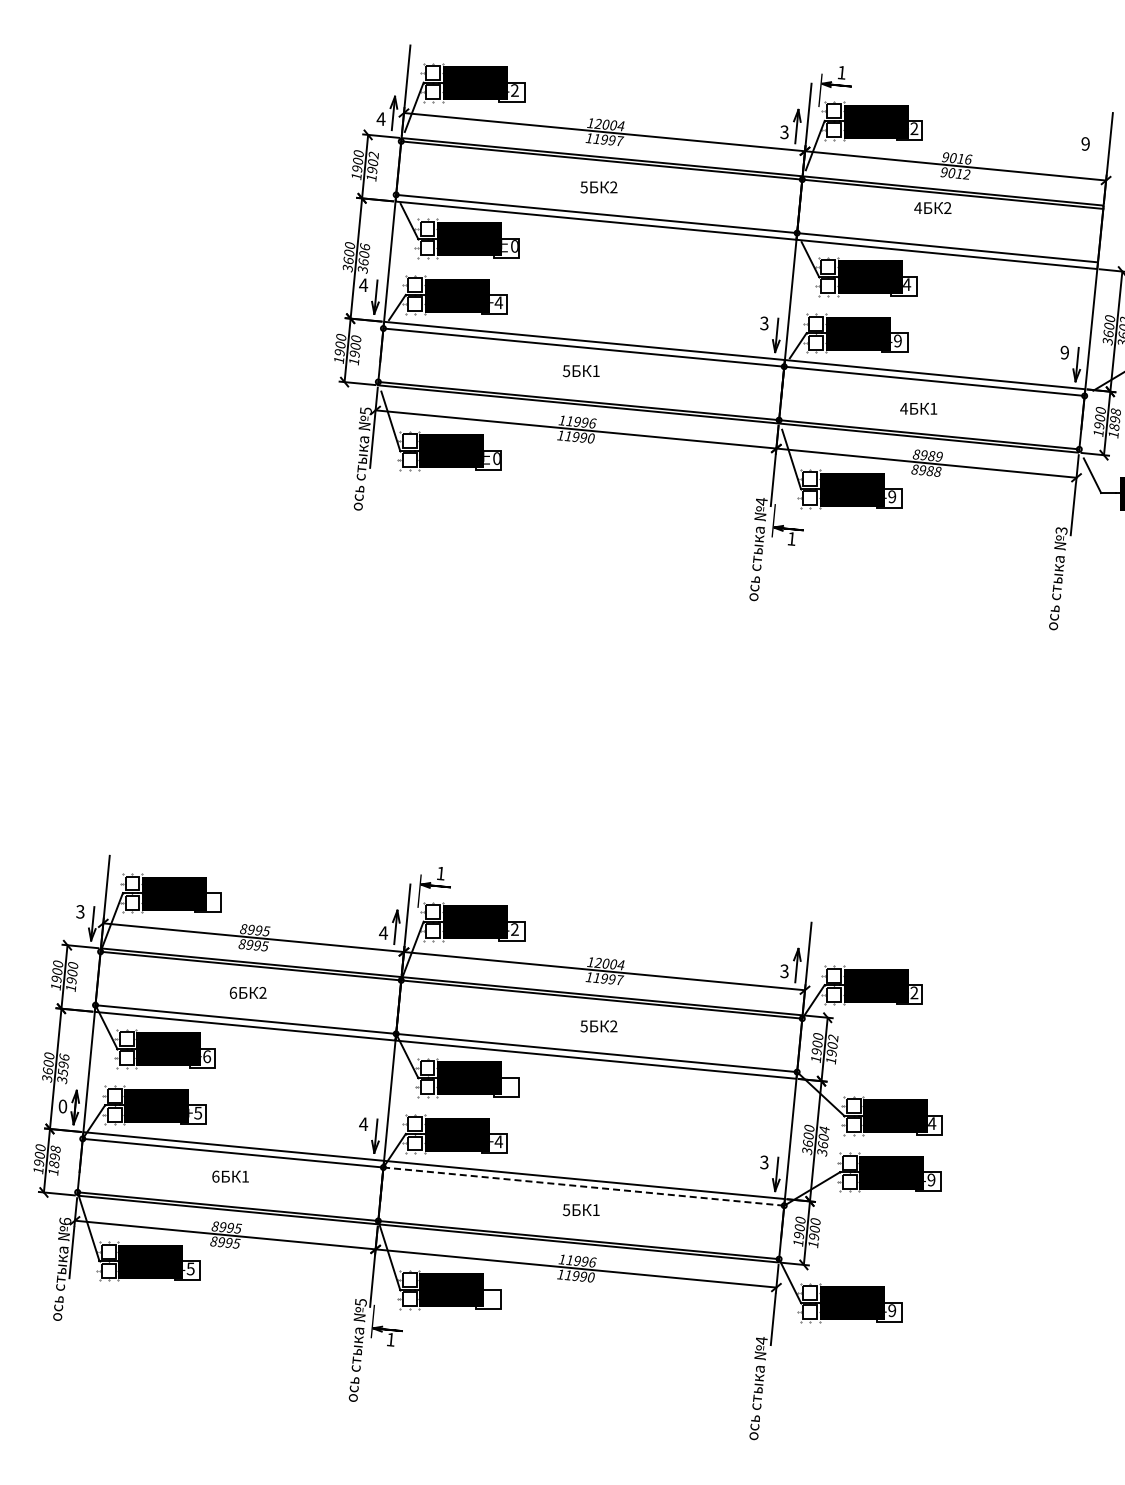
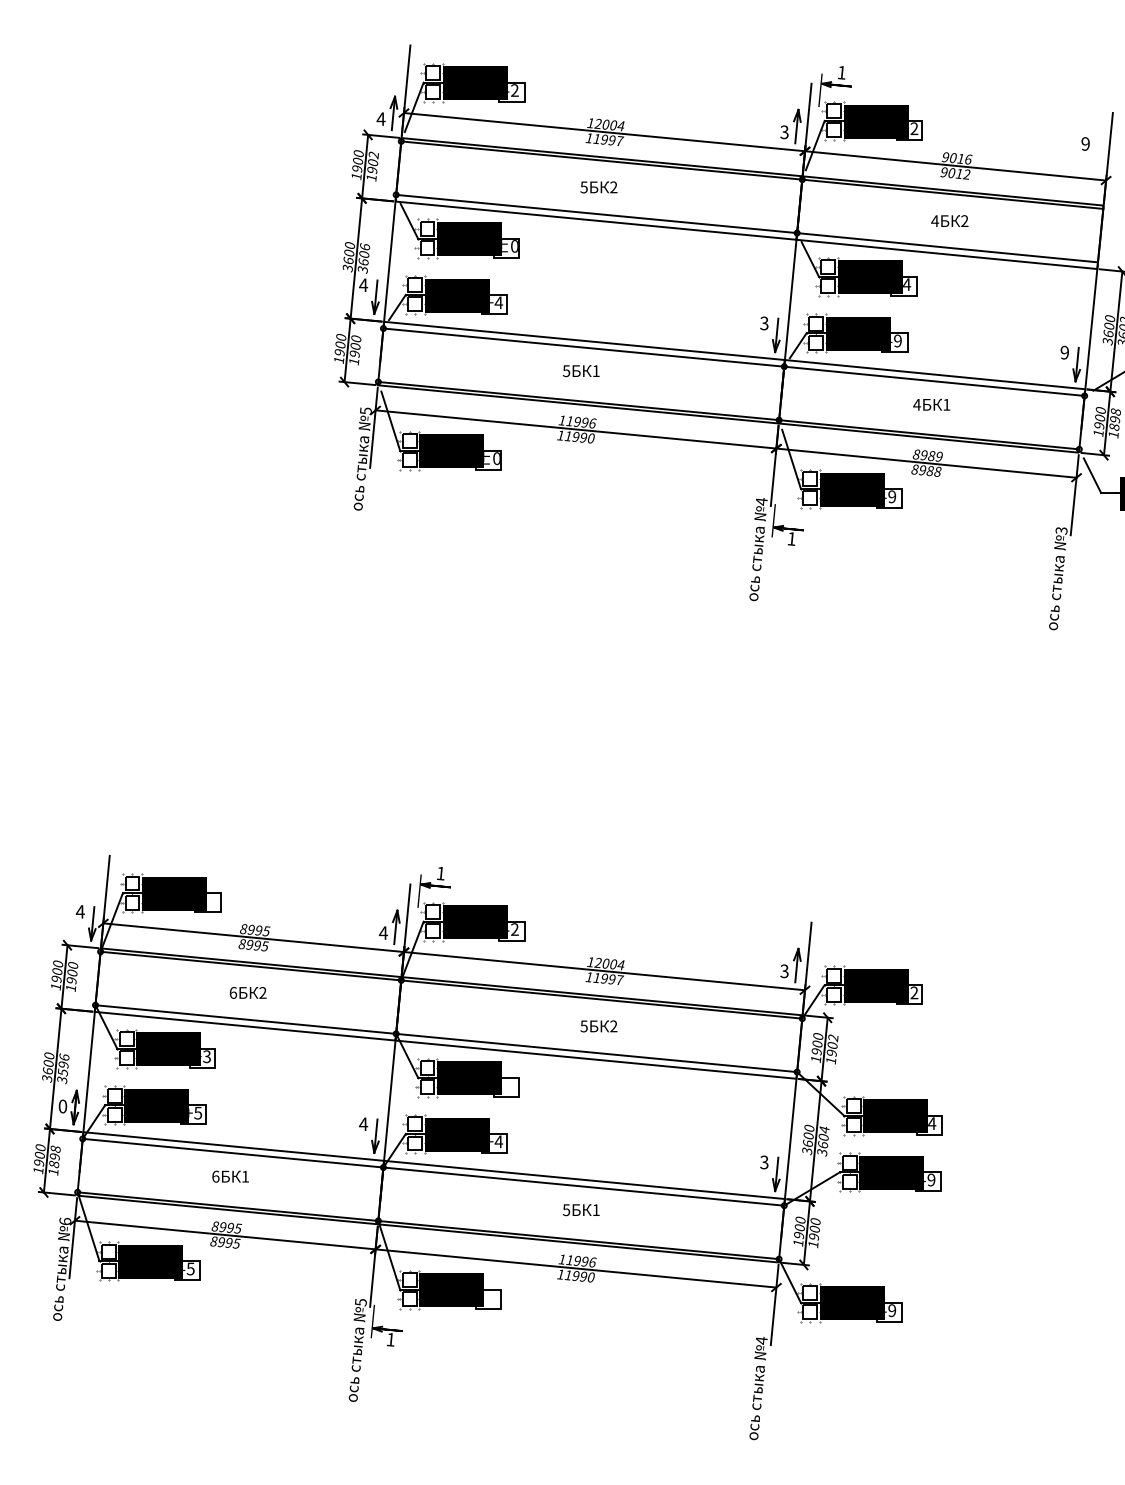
text at (932, 207) position: (932, 207) -> (949, 220)
text at (918, 408) position: (918, 408) -> (931, 404)
text at (79, 911): 3 -> 4
text at (207, 1056): +6 -> +3
line at (583, 1186): dashed -> solid
